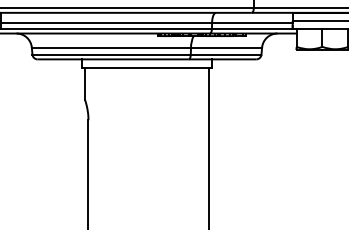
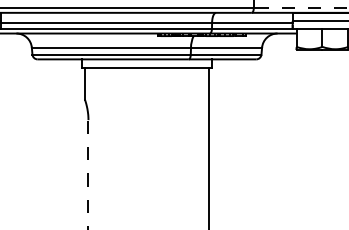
line at (300, 7): solid -> dashed
line at (88, 174): solid -> dashed
